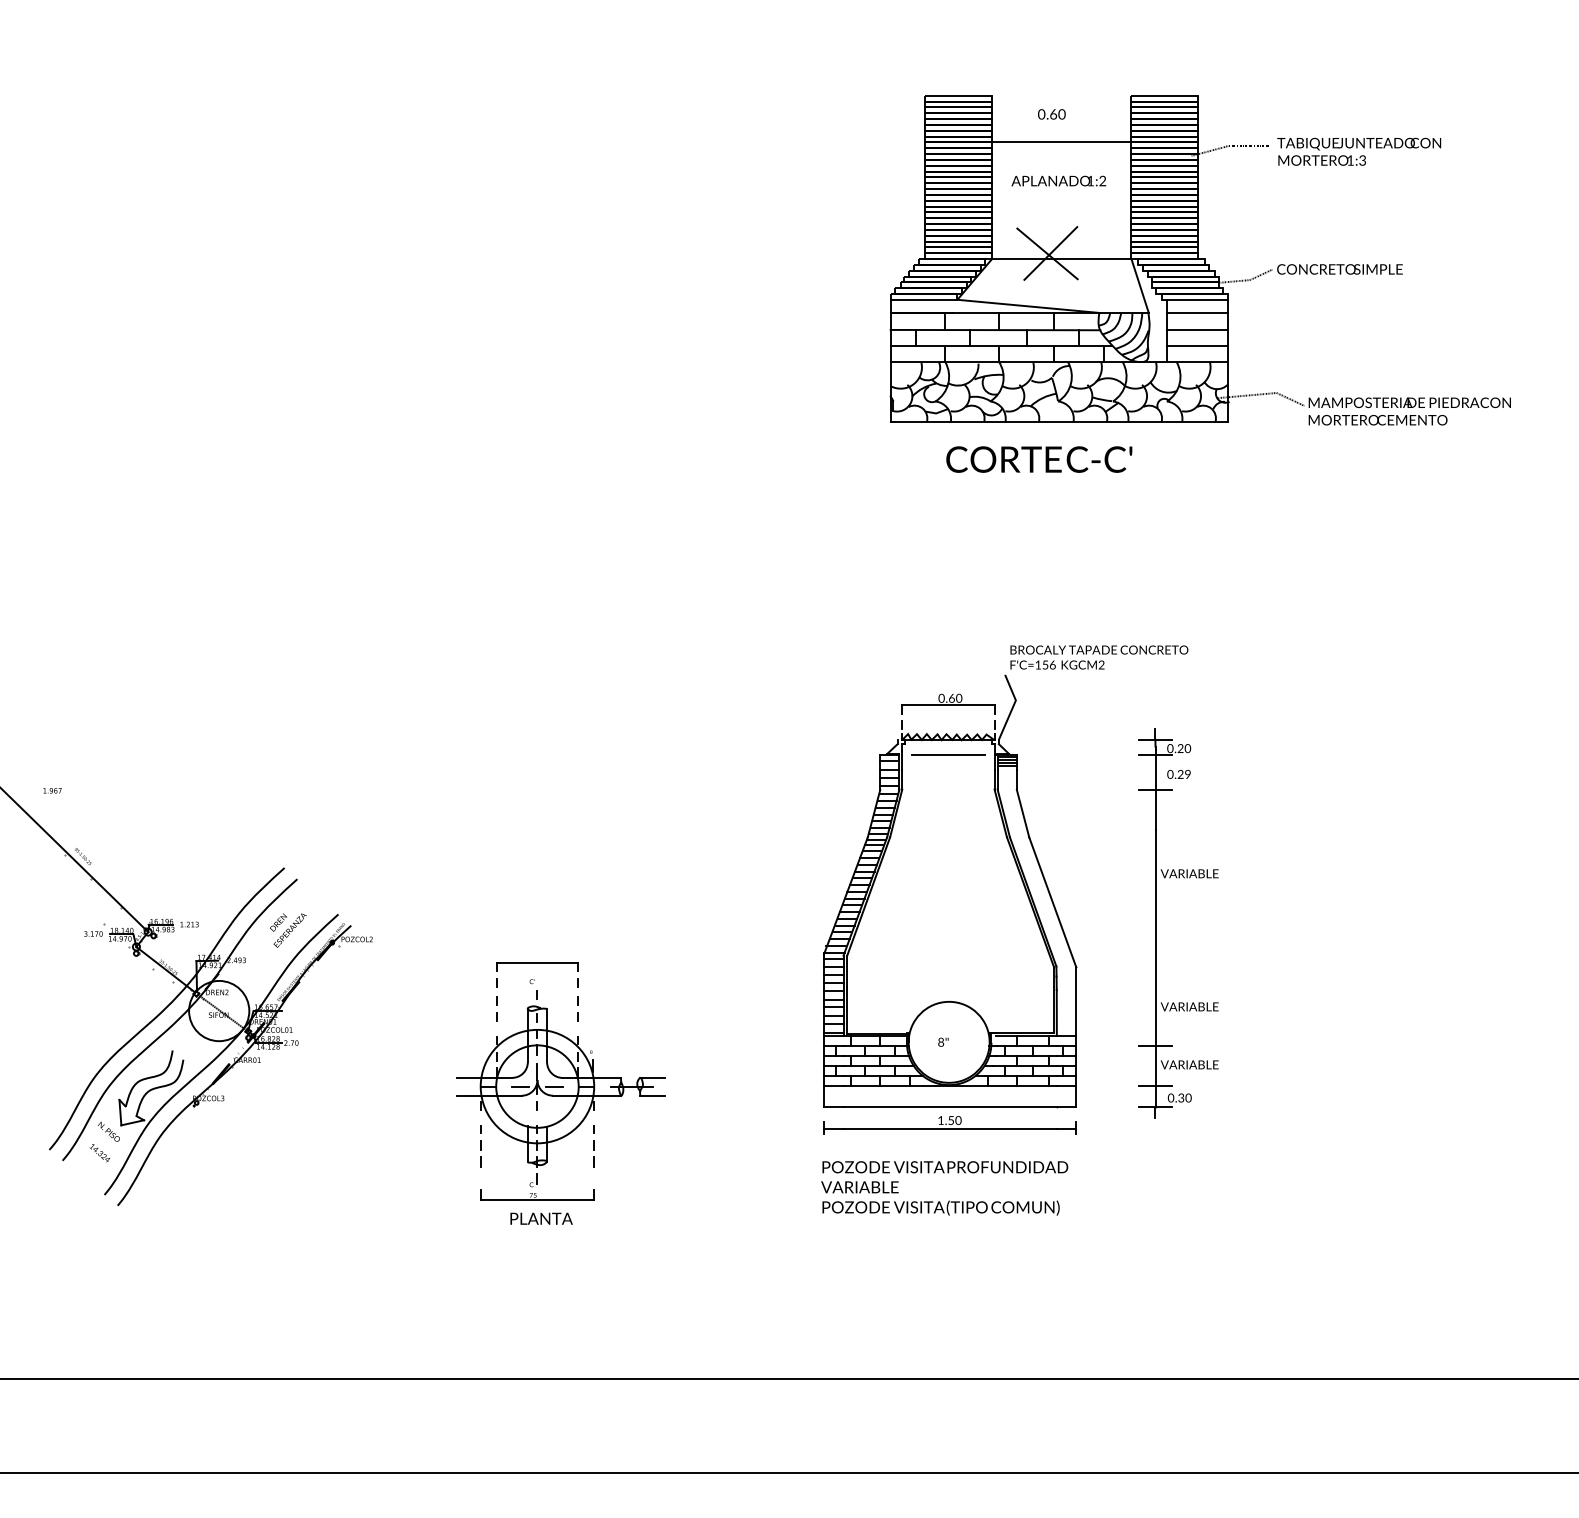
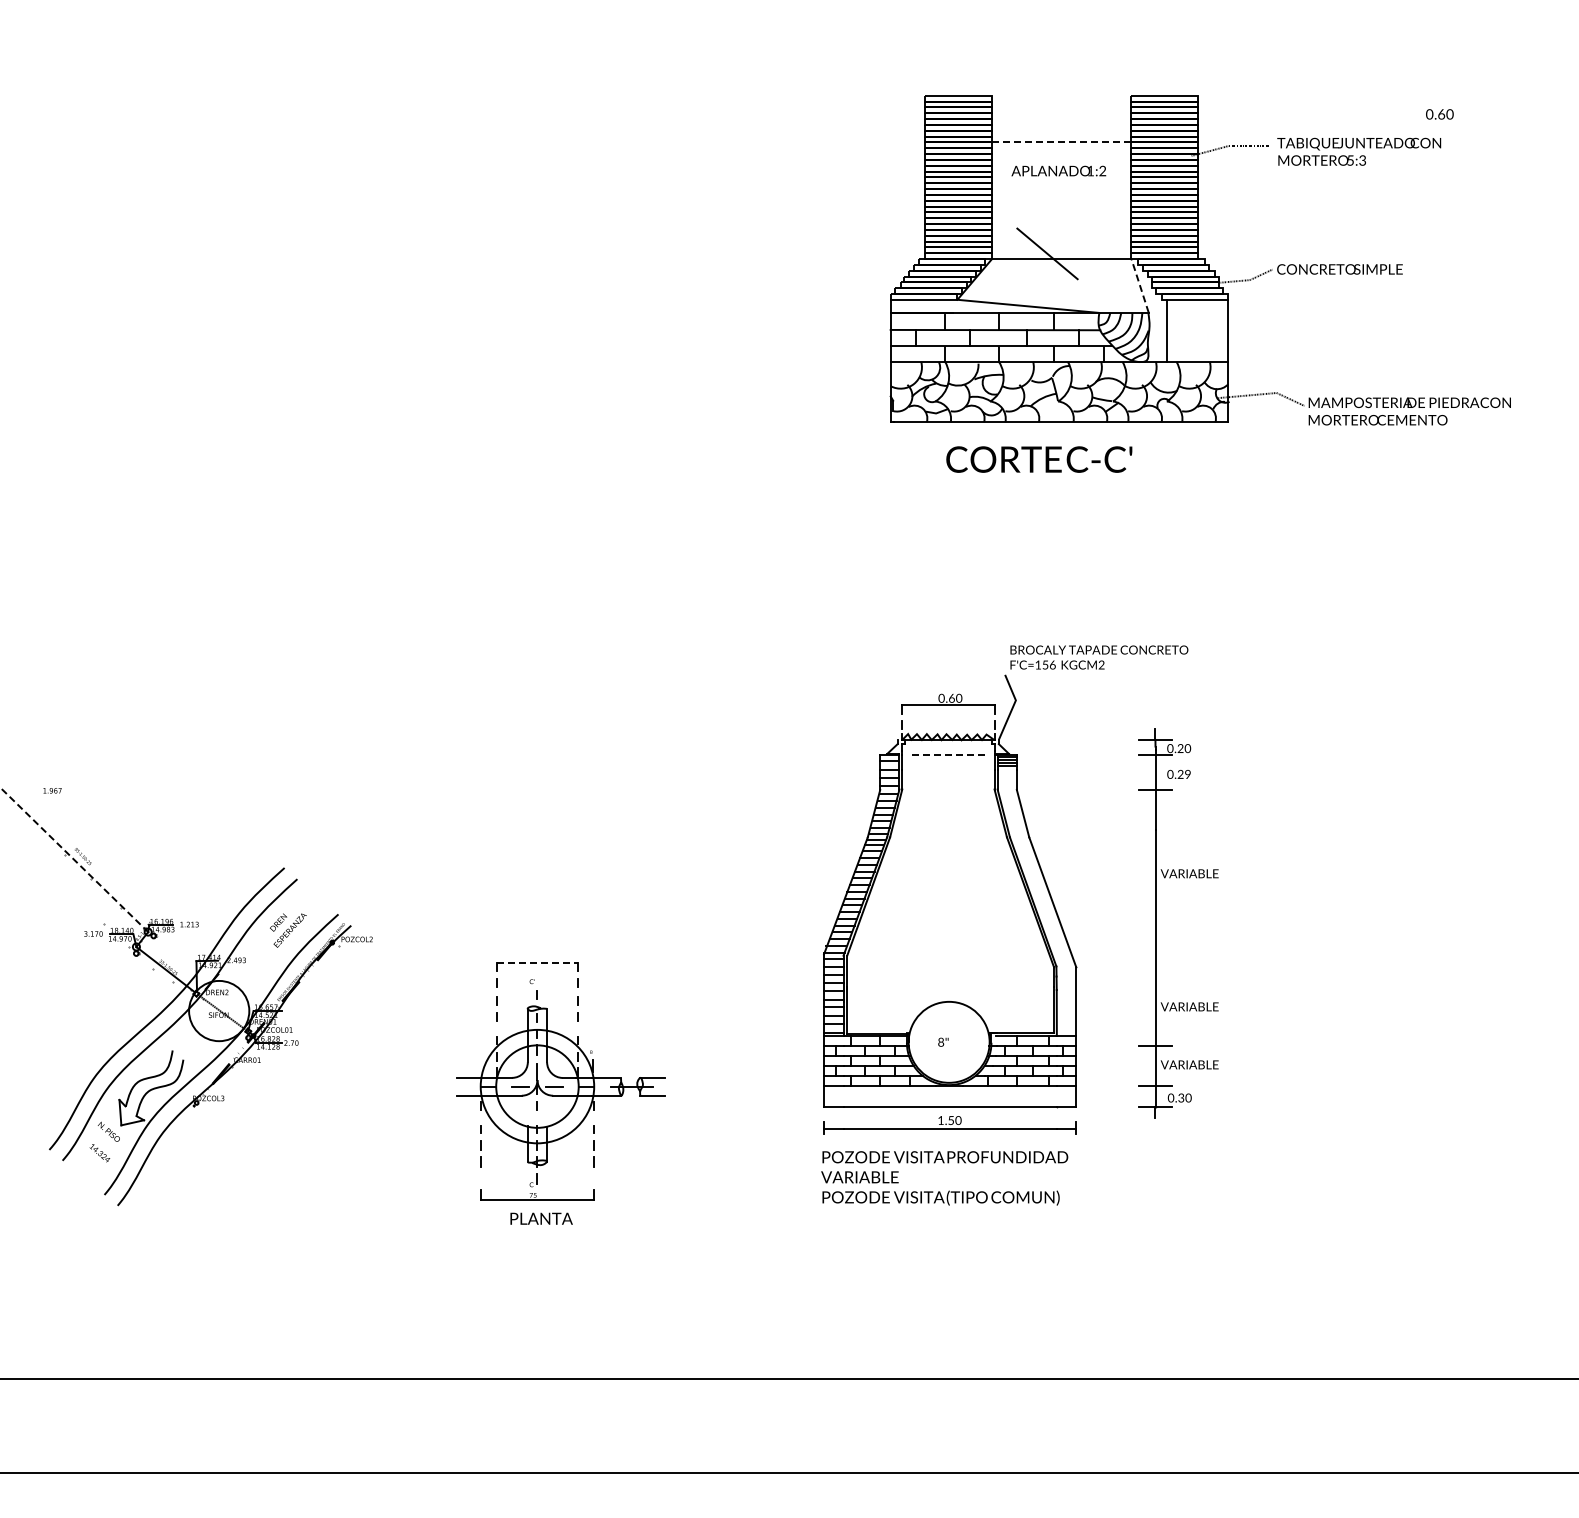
text at (1051, 114) position: (1051, 114) -> (1439, 114)
line at (1061, 142): solid -> dashed
text at (1350, 160): 1:3 -> 5:3
text at (1058, 180) position: (1058, 180) -> (1058, 170)
line at (1050, 253): present -> none
line at (1139, 285): solid -> dashed
line at (1197, 312): present -> none
line at (1197, 330): present -> none
line at (1197, 346): present -> none
line at (949, 754): solid -> dashed
line at (74, 860): solid -> dashed
line at (537, 962): solid -> dashed
text at (944, 1188) position: (944, 1188) -> (944, 1178)
